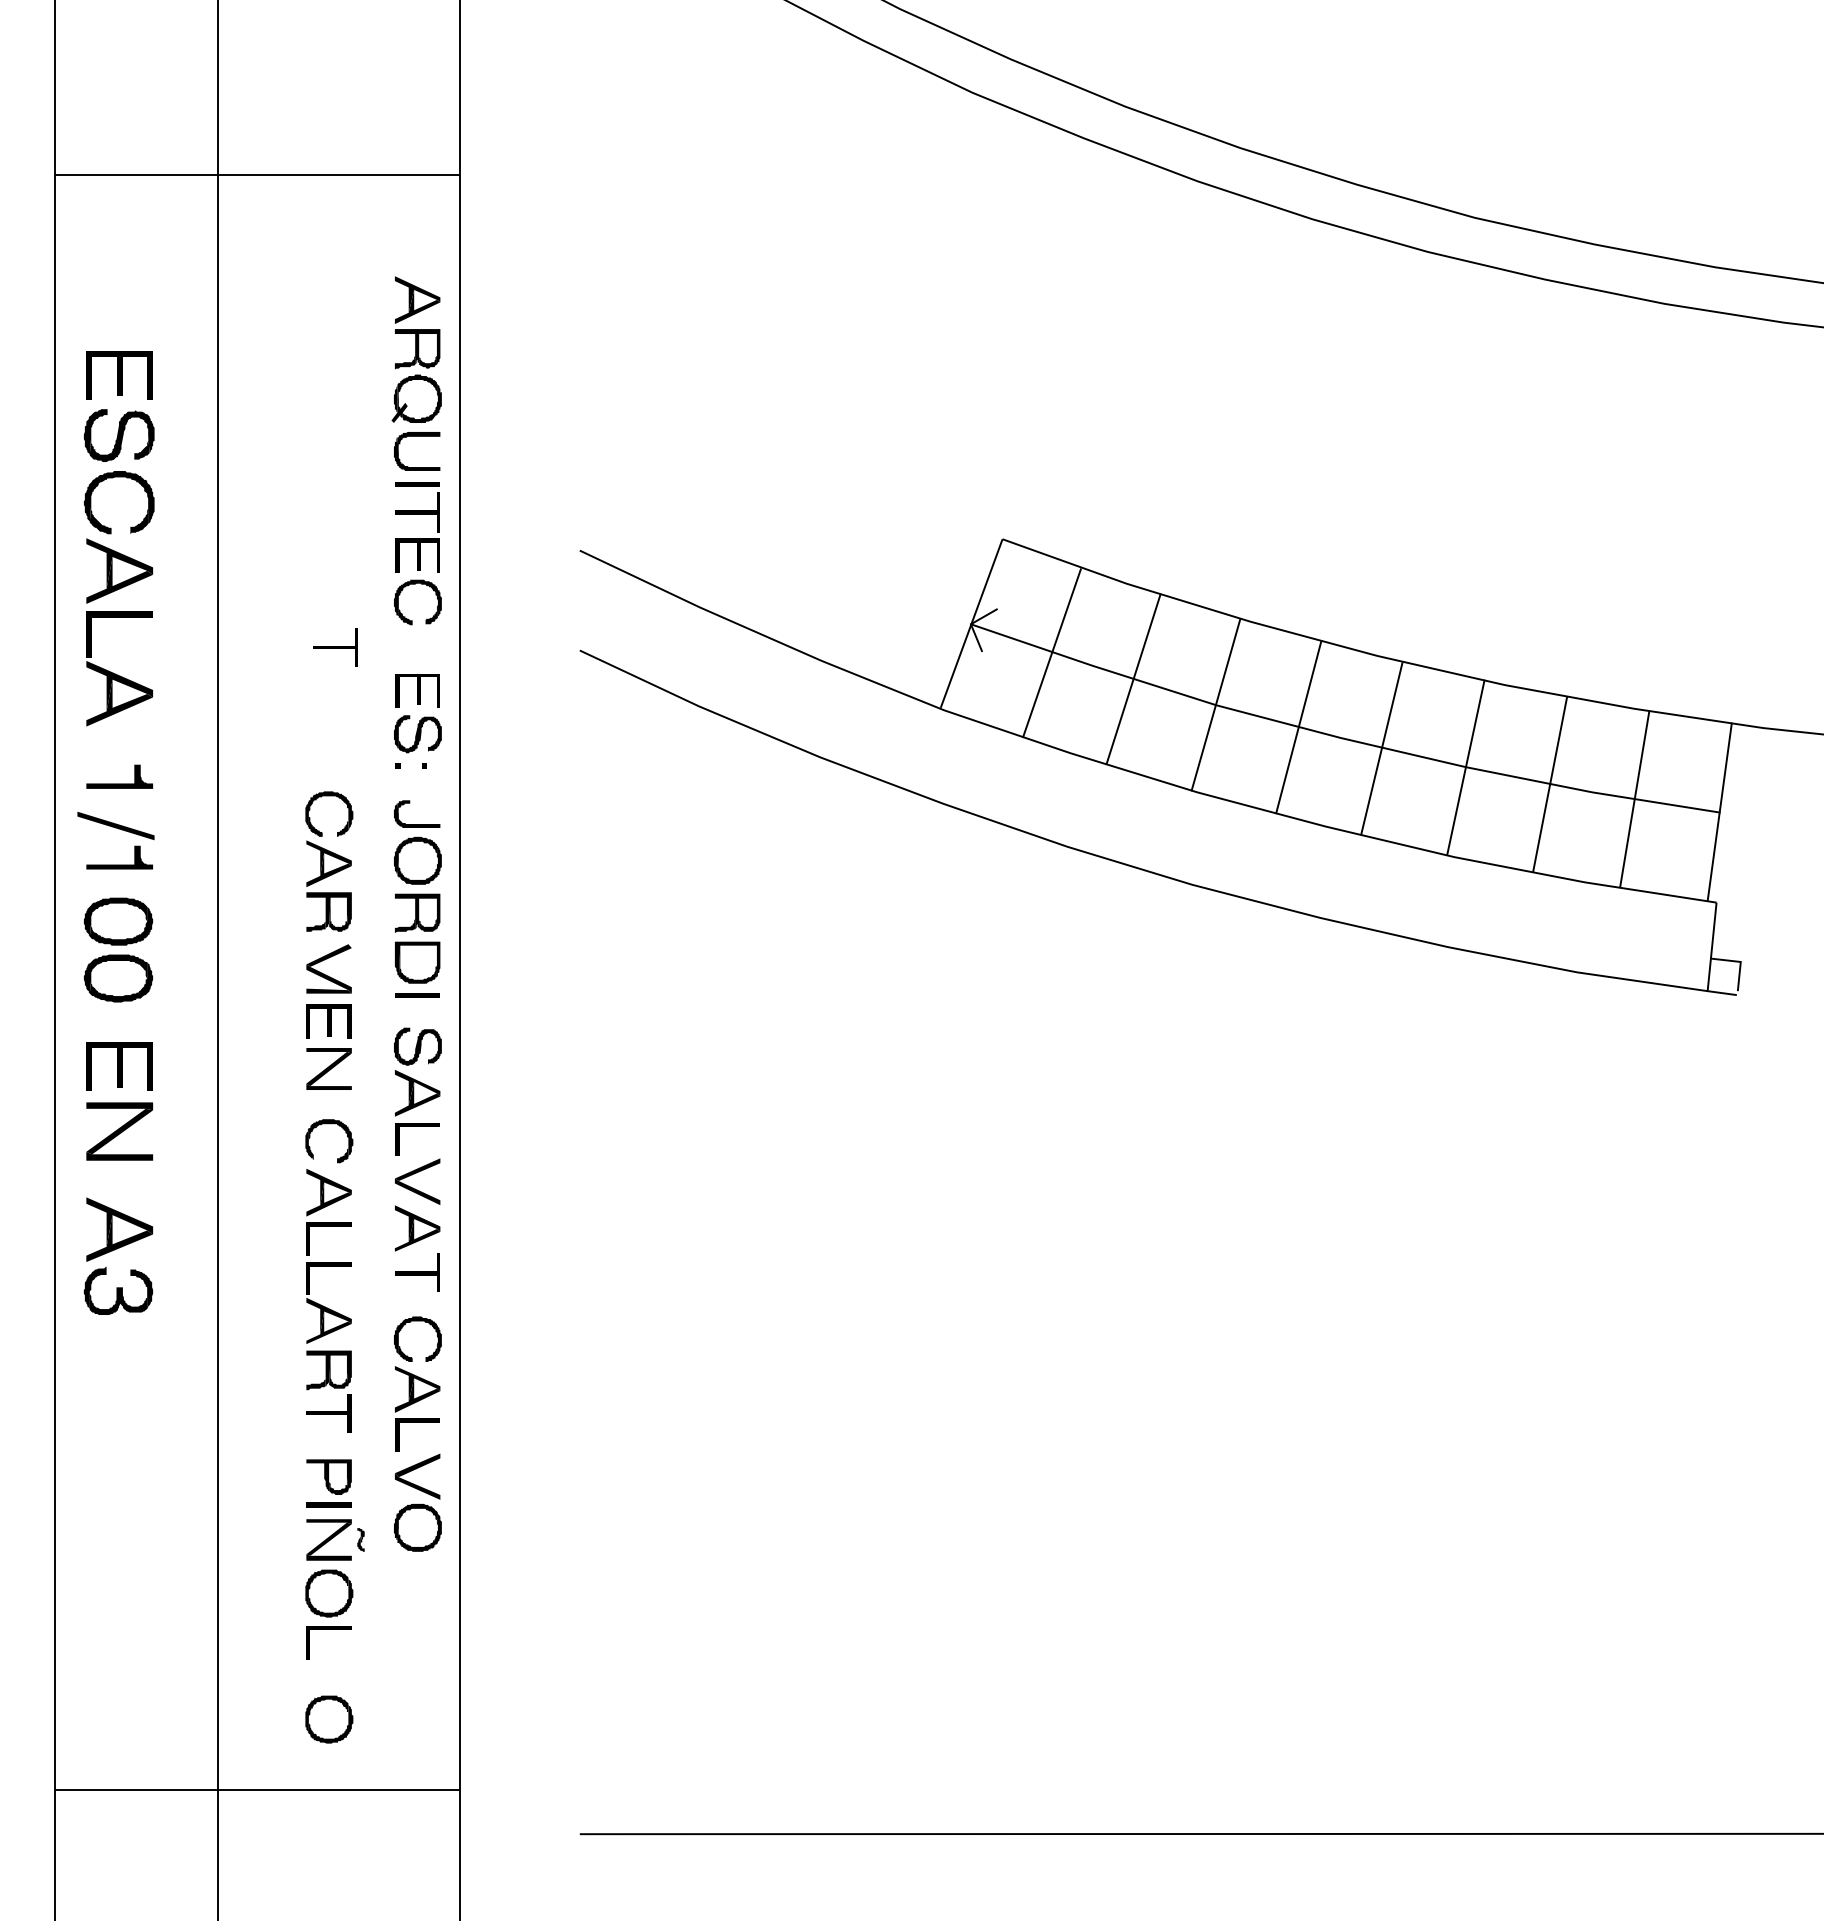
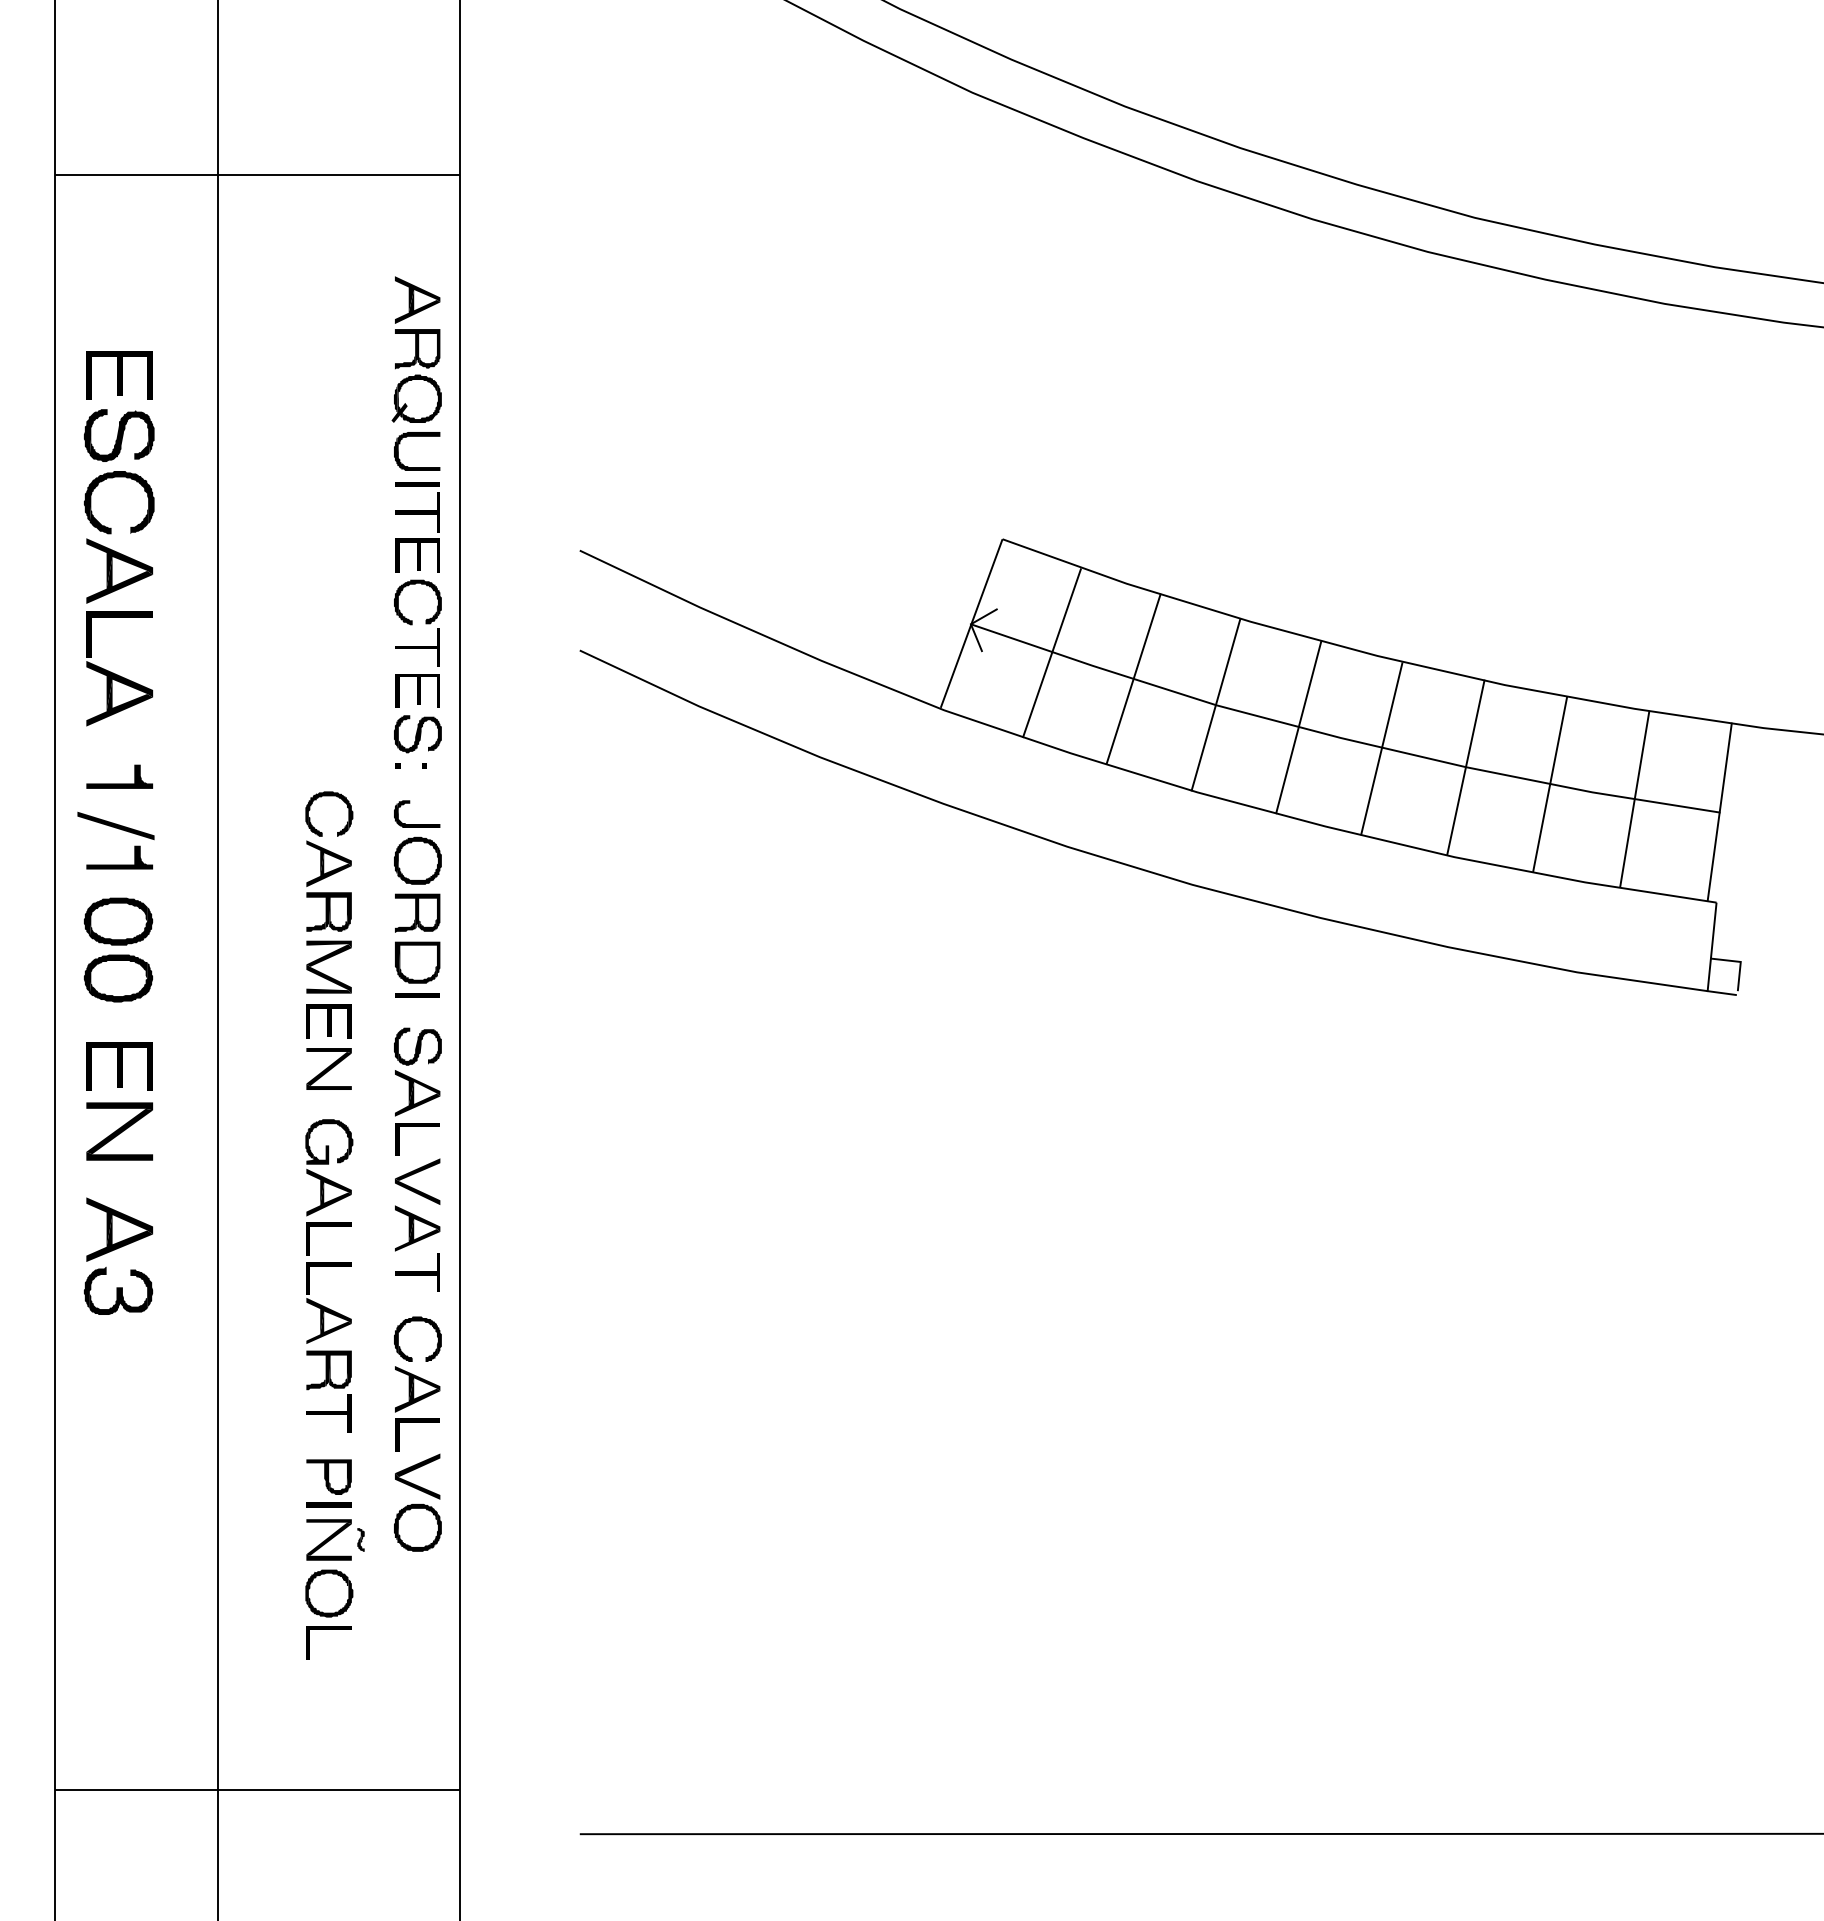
part at (335, 647) position: (335, 647) -> (417, 647)
fill at (328, 944): none -> present
fill at (317, 1154): none -> present
part at (329, 1719): present -> none
